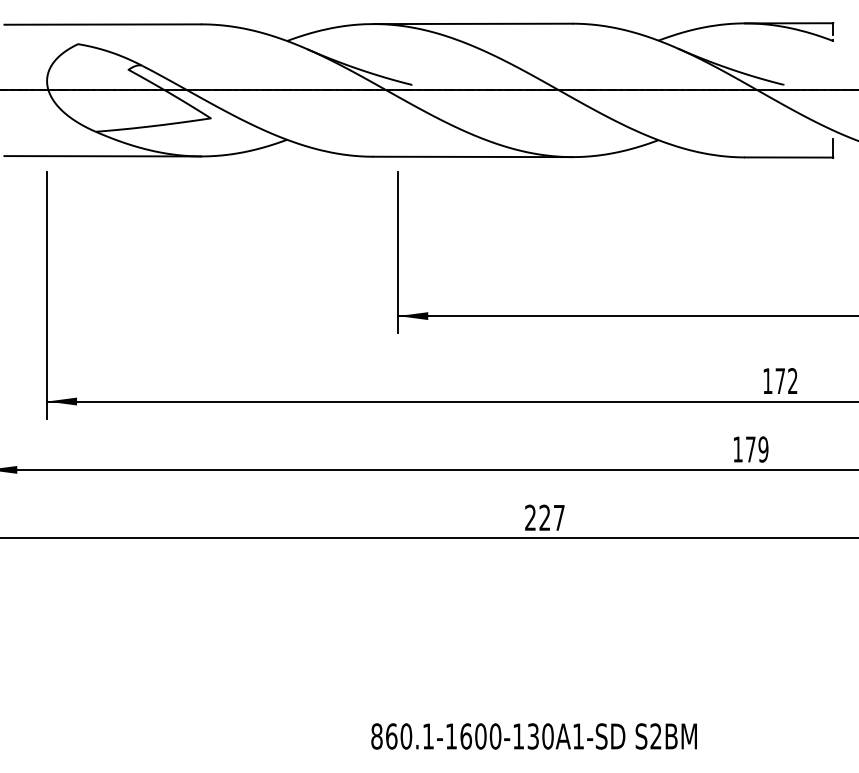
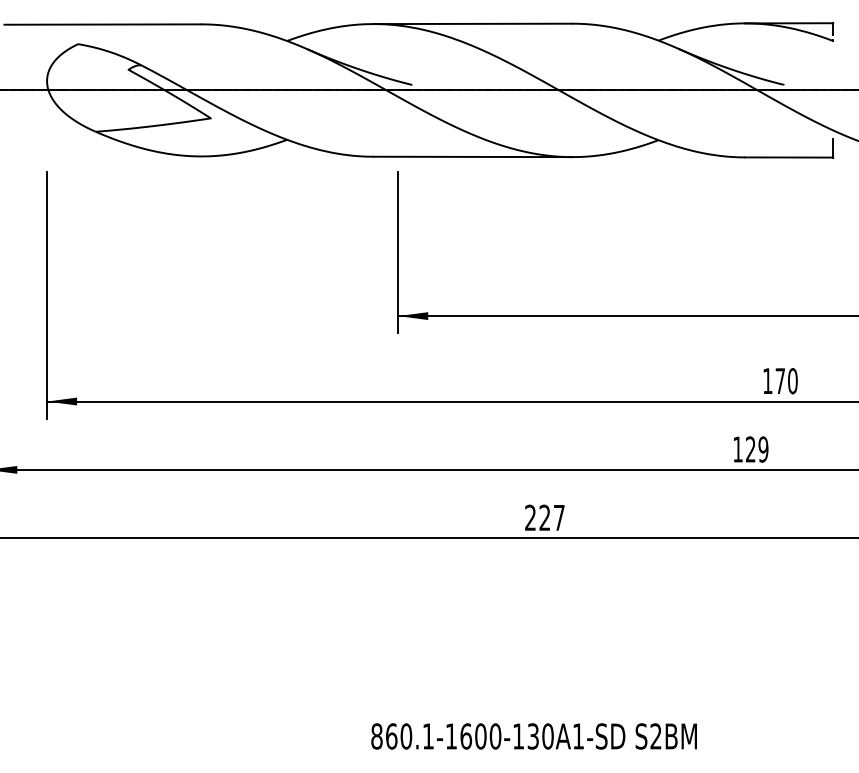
line at (102, 156): present -> none
text at (792, 381): 172 -> 170
text at (750, 449): 179 -> 129
